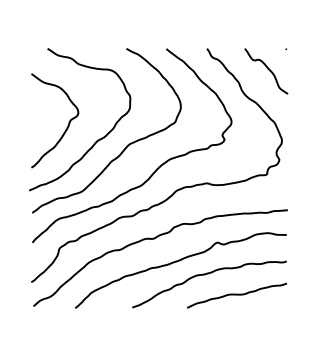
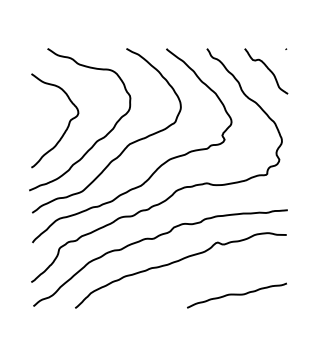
curve at (205, 275): present -> none
